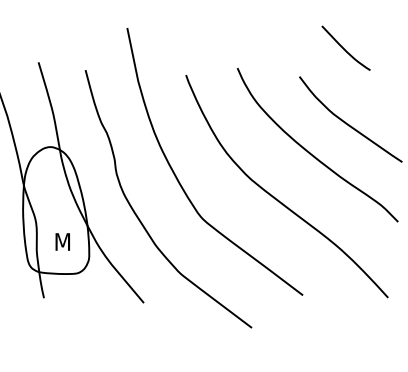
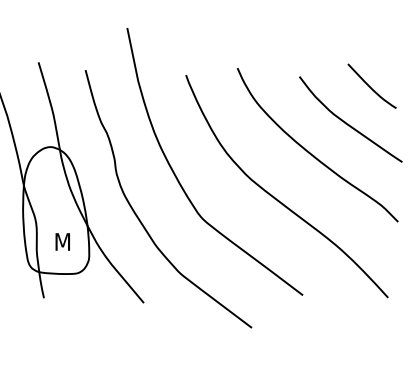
curve at (344, 48) position: (344, 48) -> (370, 86)
